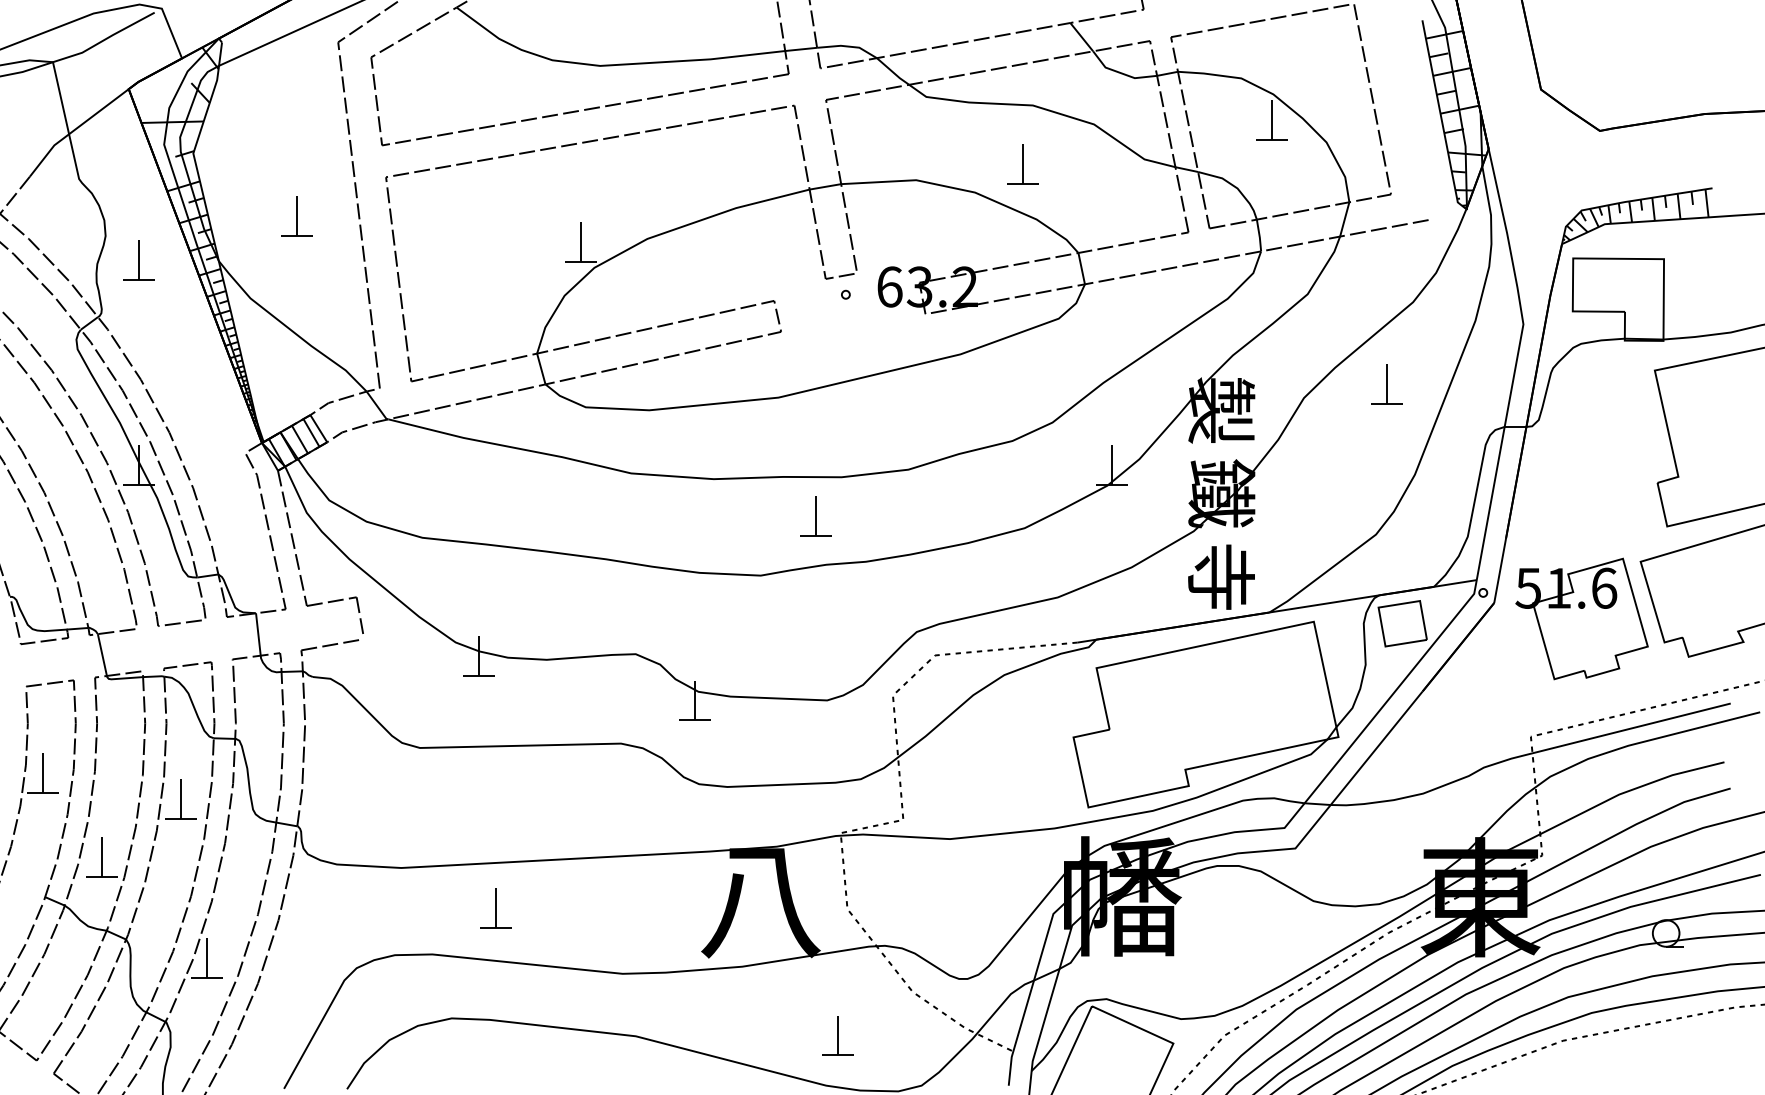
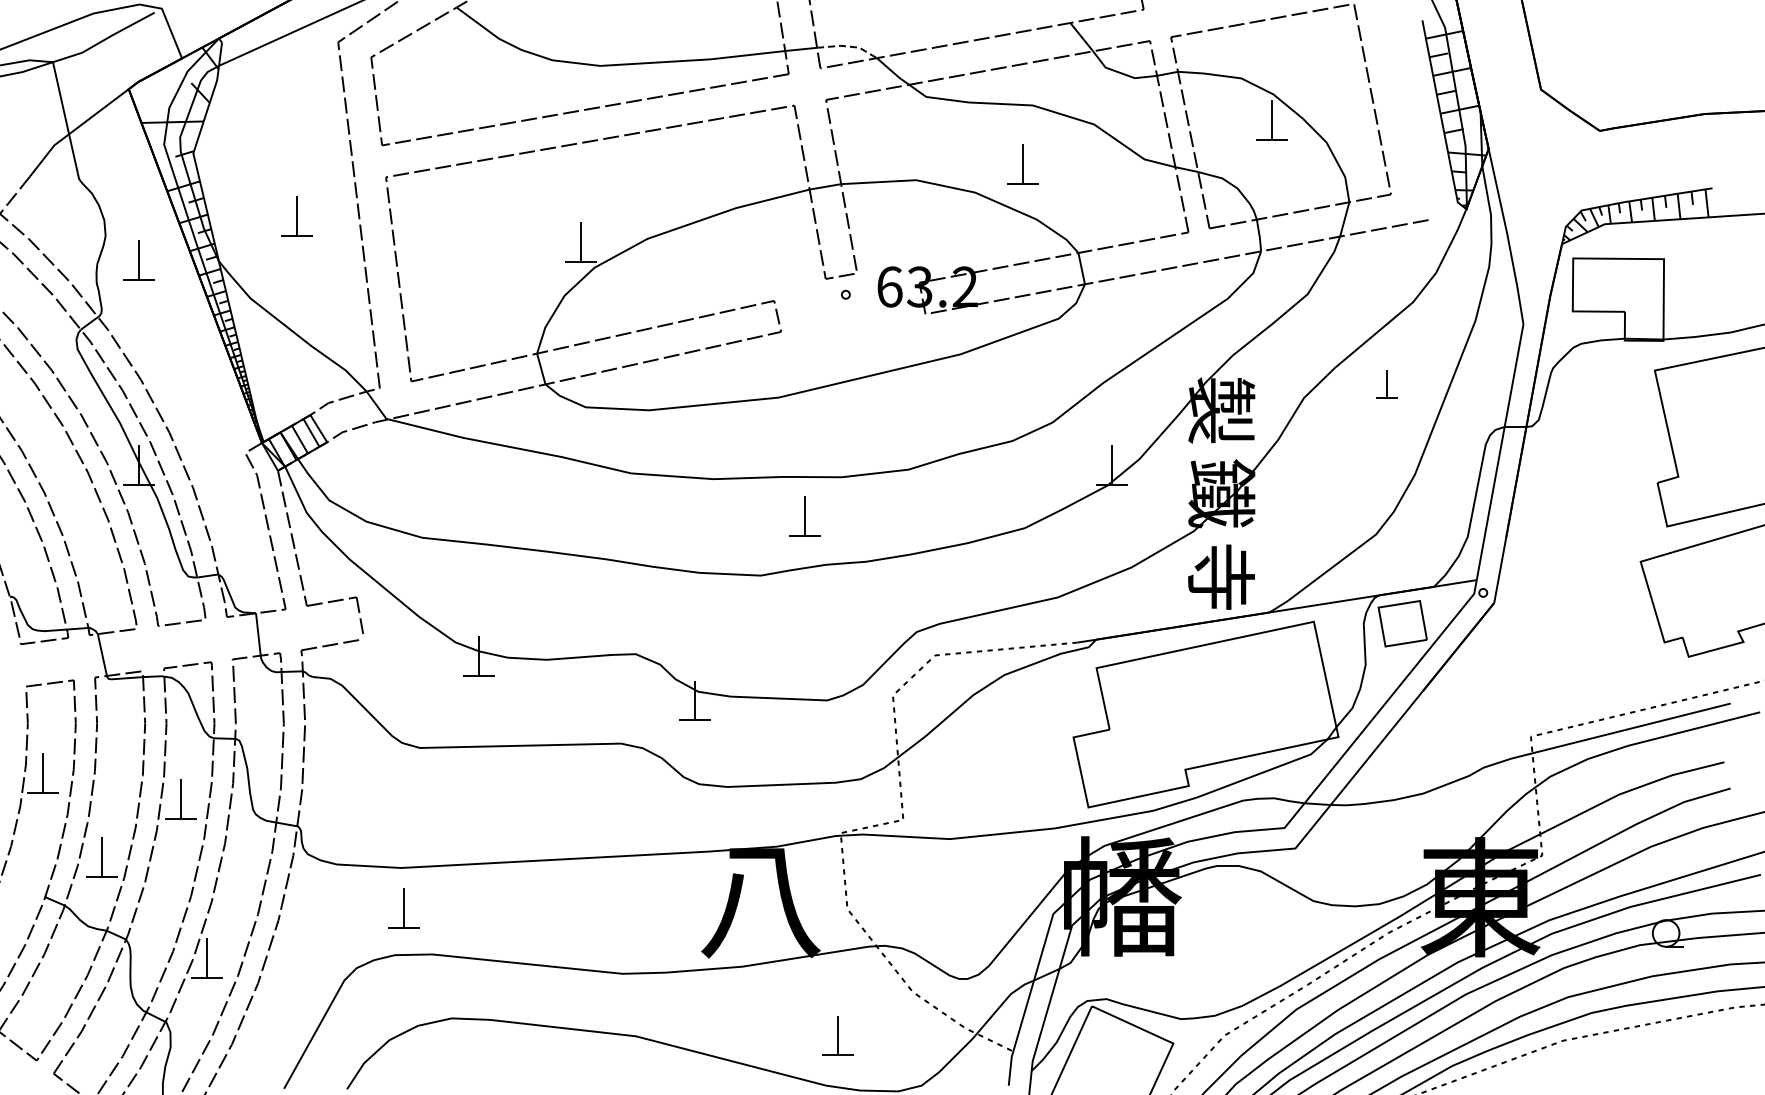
line at (848, 46): solid -> dashed
part at (1386, 384) size: 32x41 px -> 22x29 px
part at (815, 516) position: (815, 516) -> (804, 516)
part at (1581, 618): present -> none
part at (495, 908) position: (495, 908) -> (403, 908)
